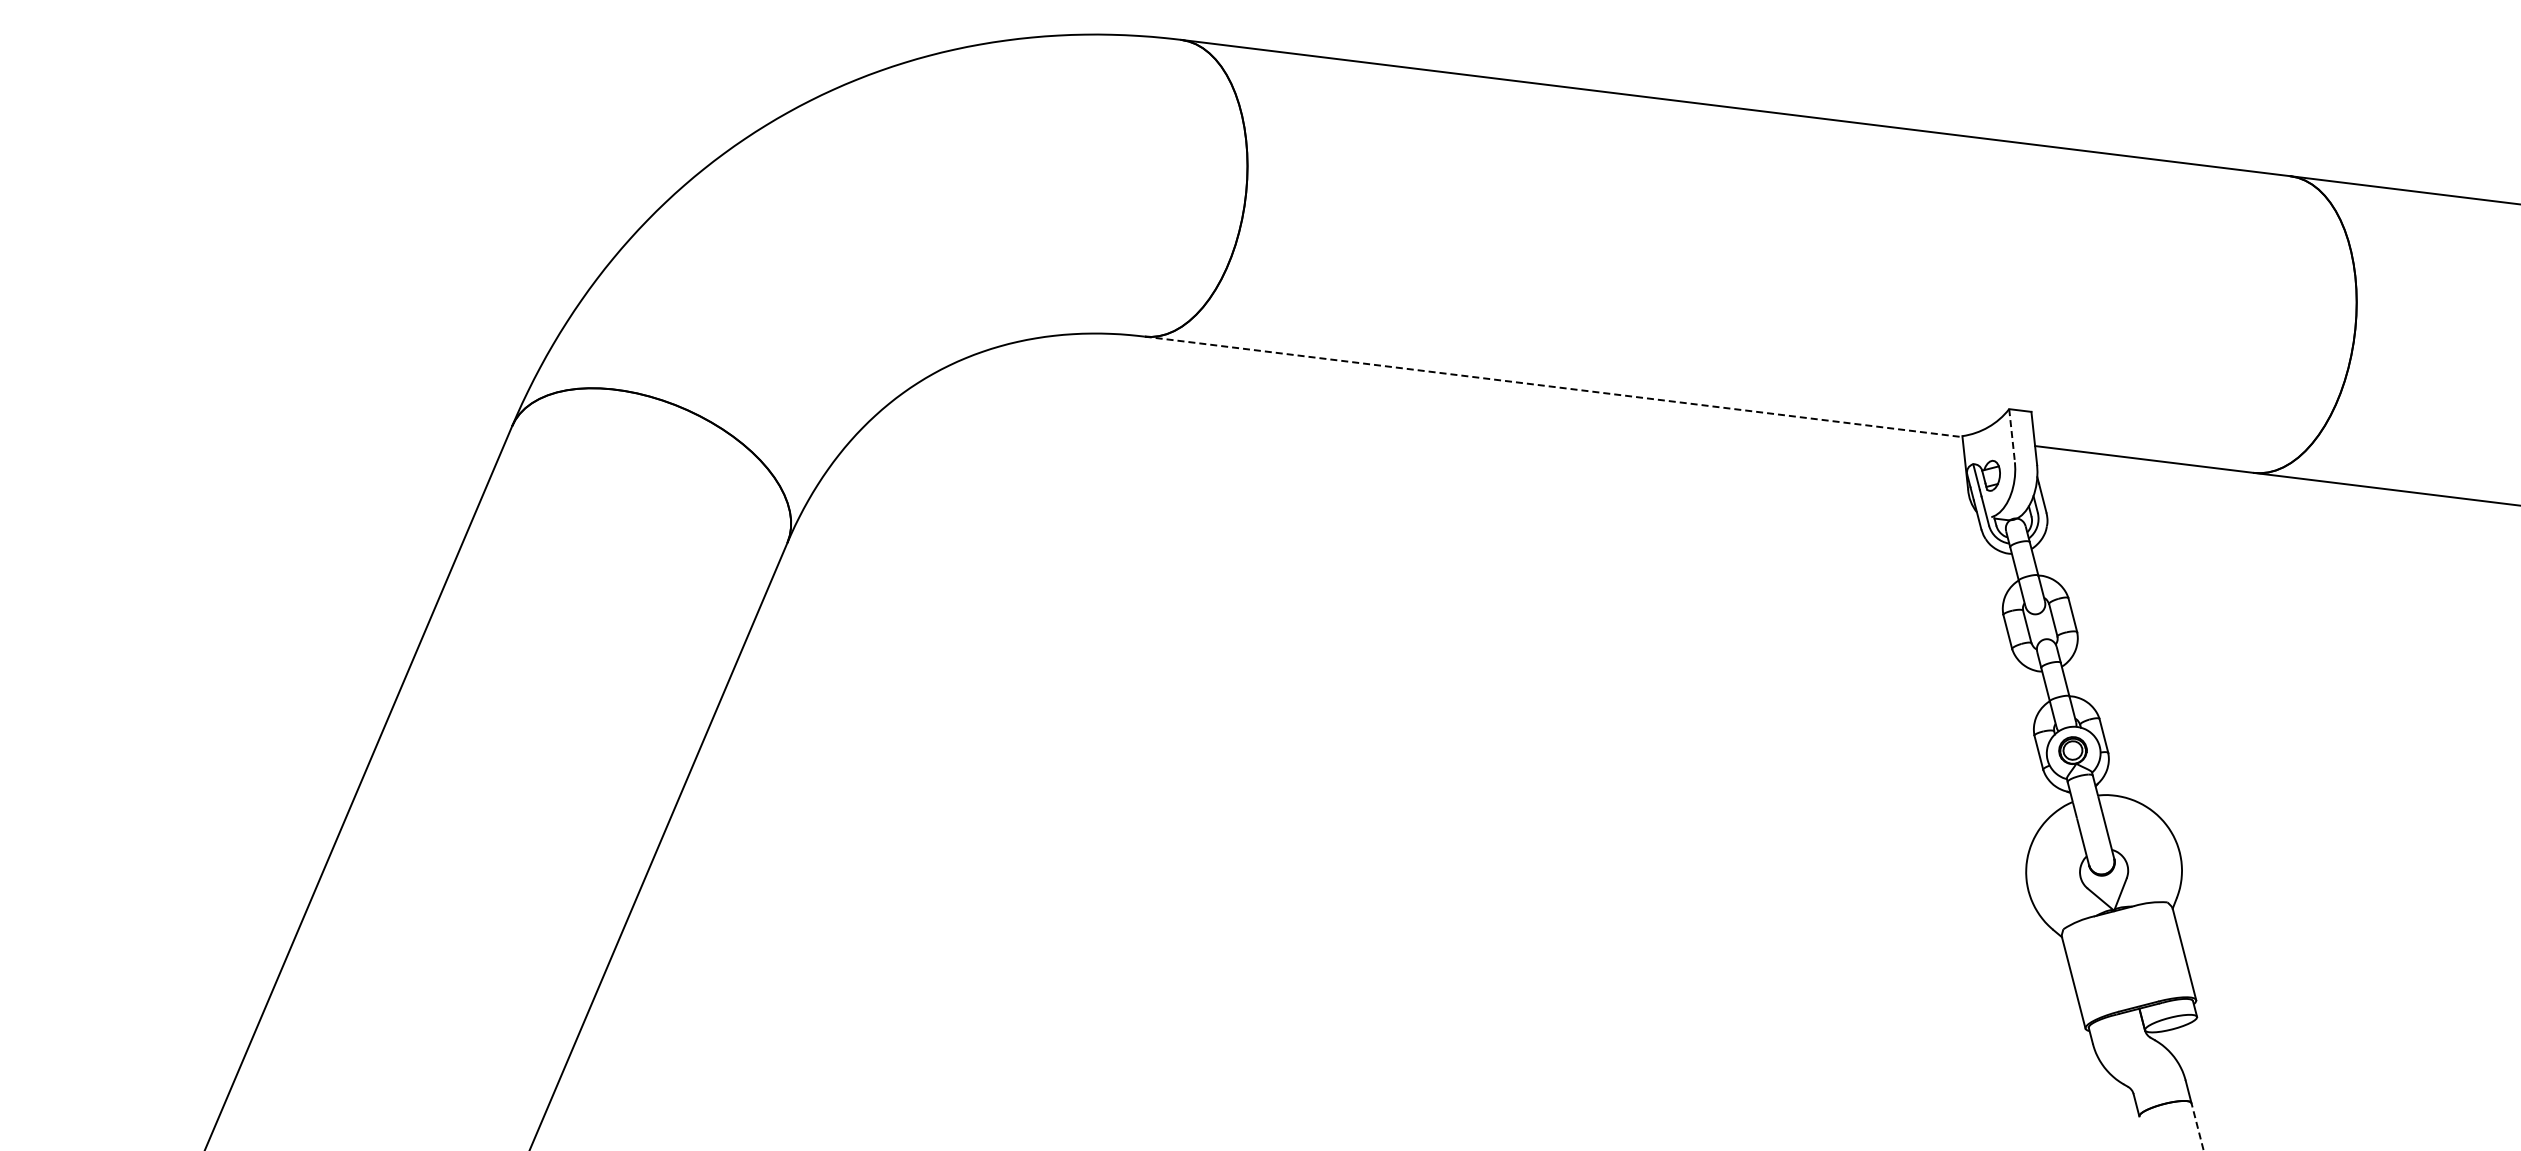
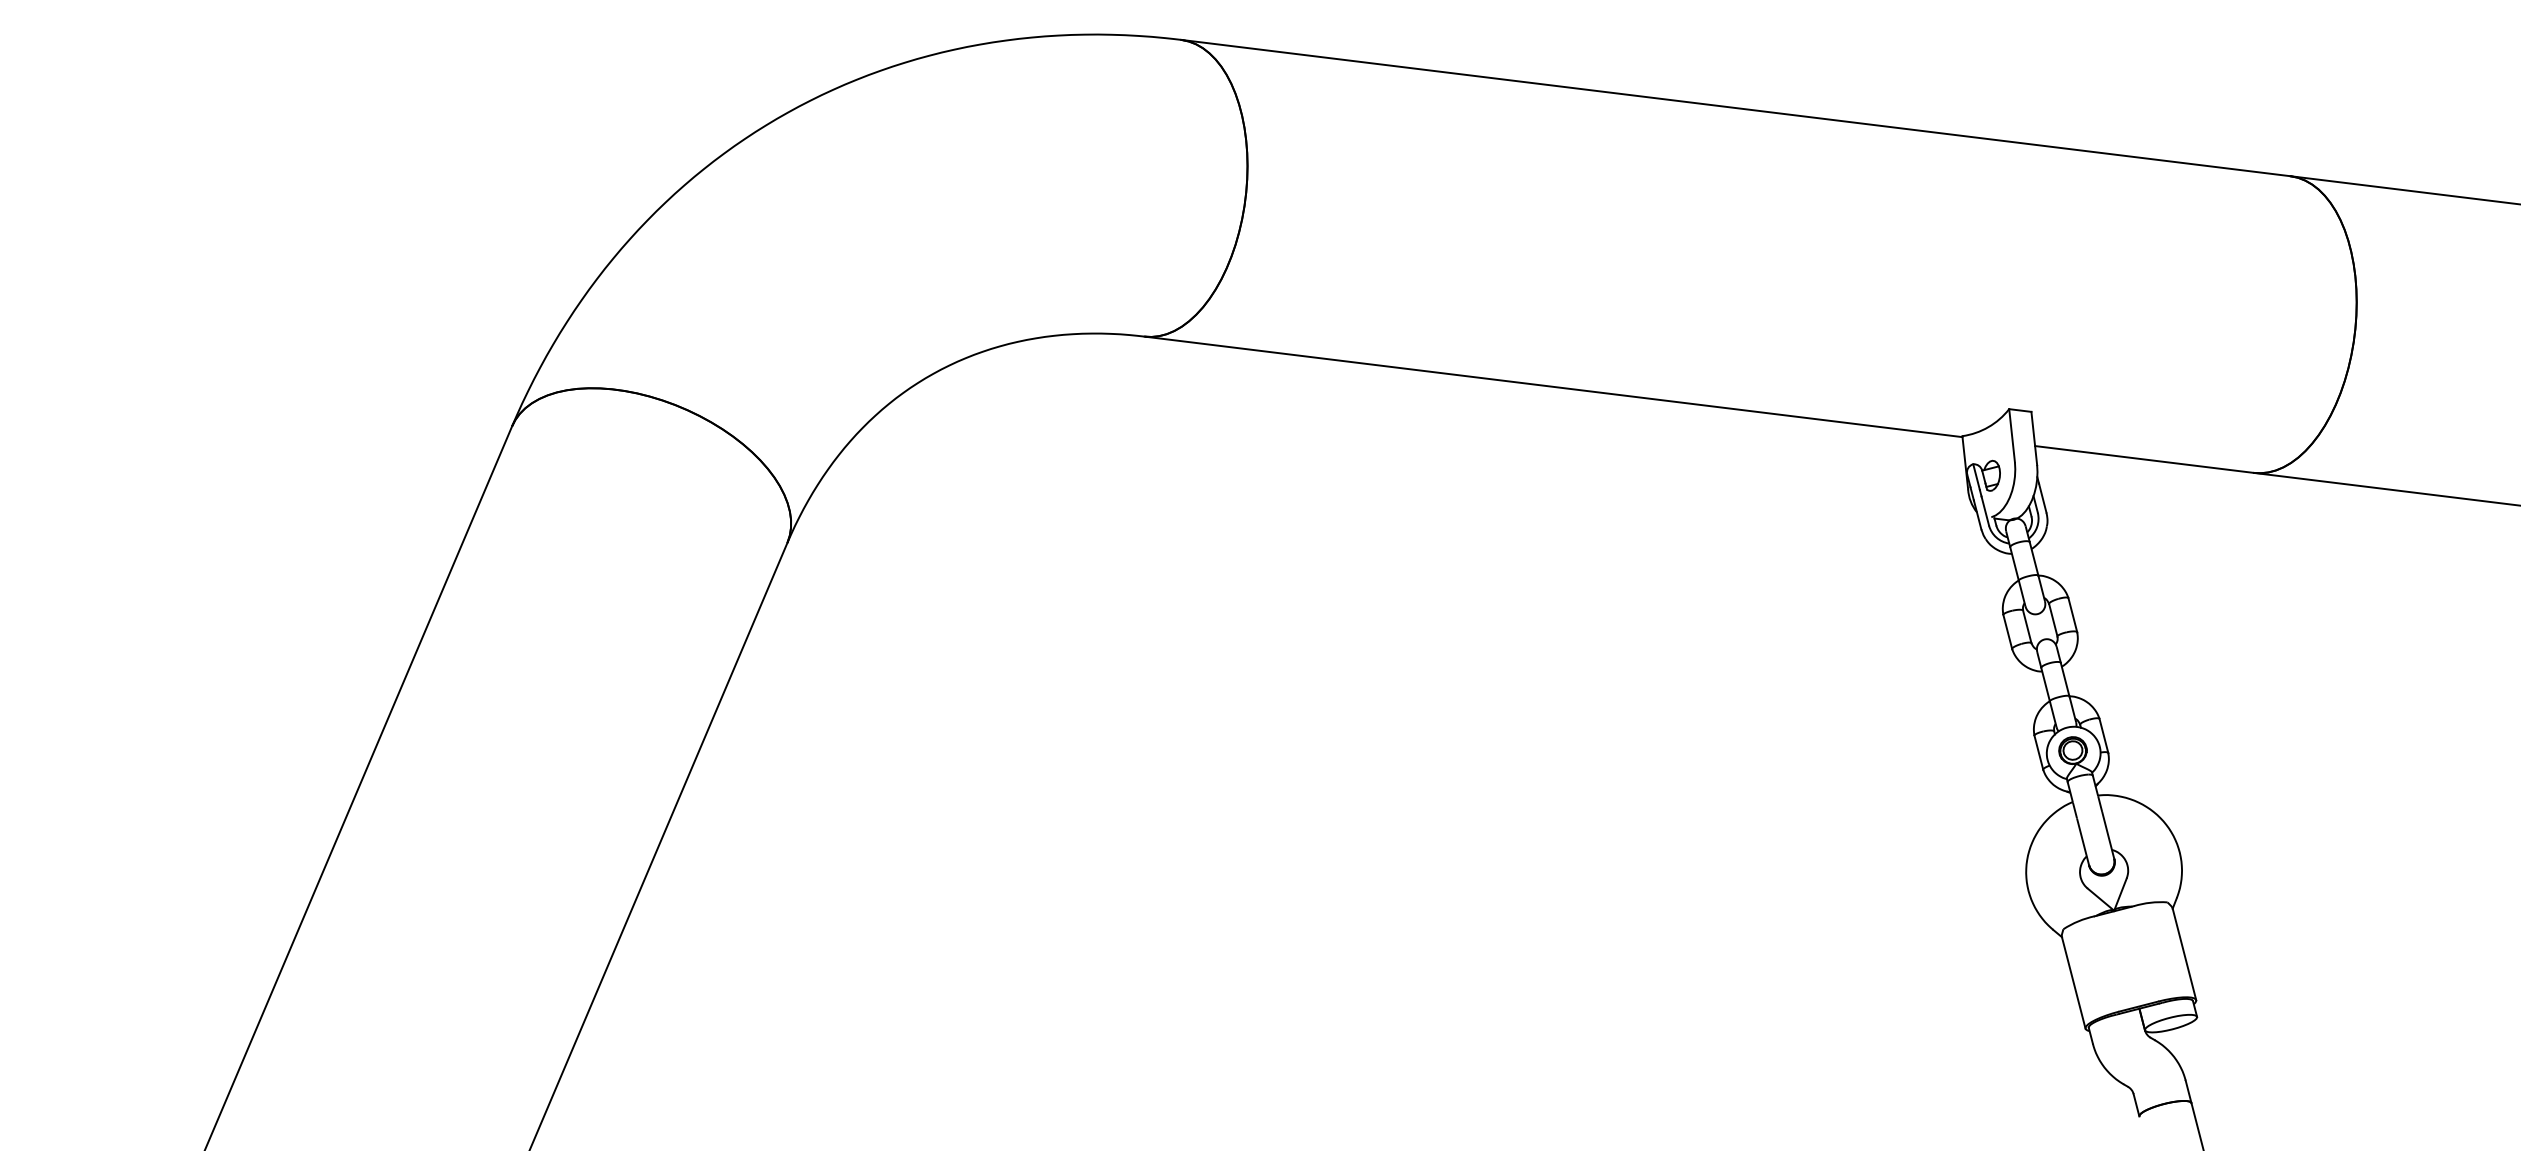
line at (1553, 386): dashed -> solid
line at (2012, 435): dashed -> solid
line at (2197, 1126): dashed -> solid
